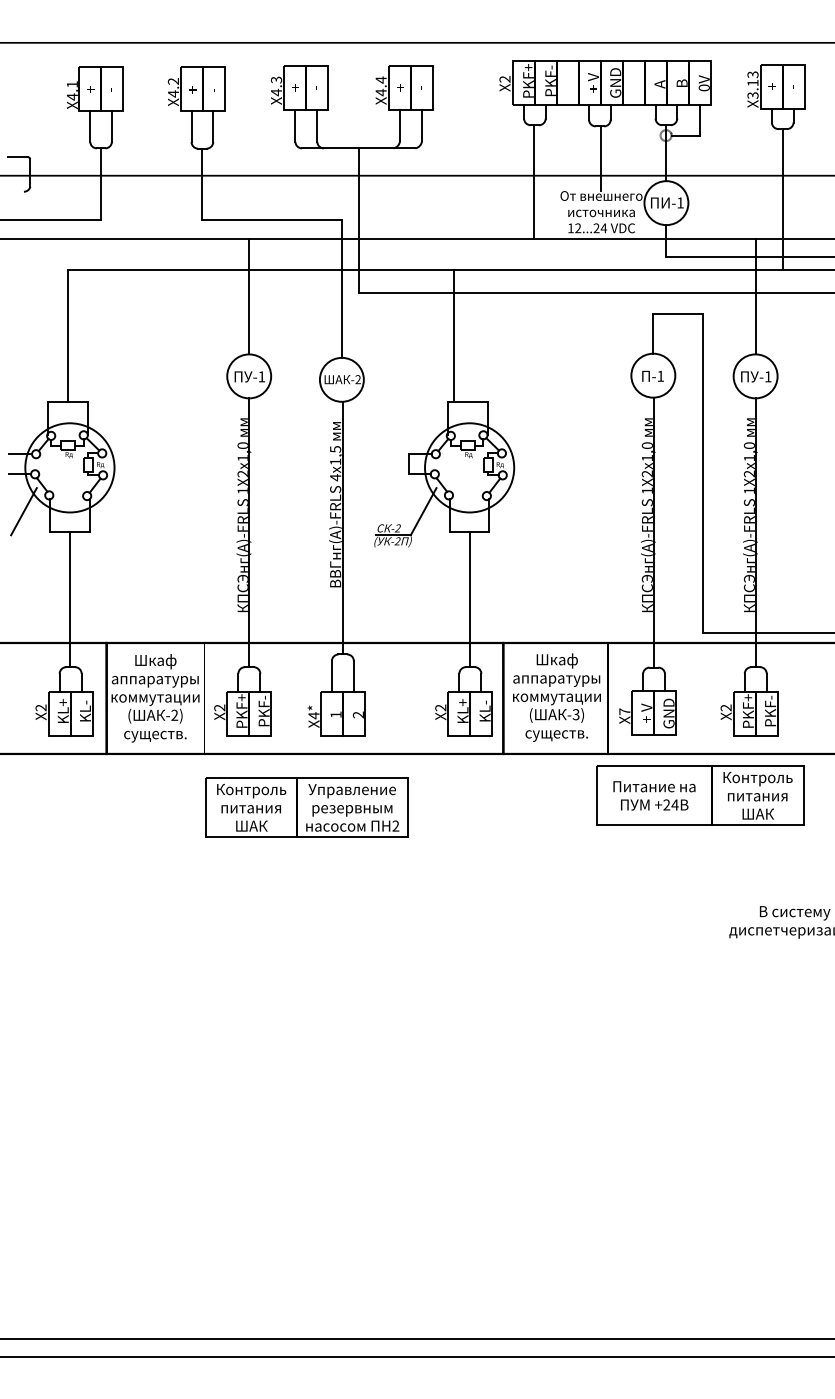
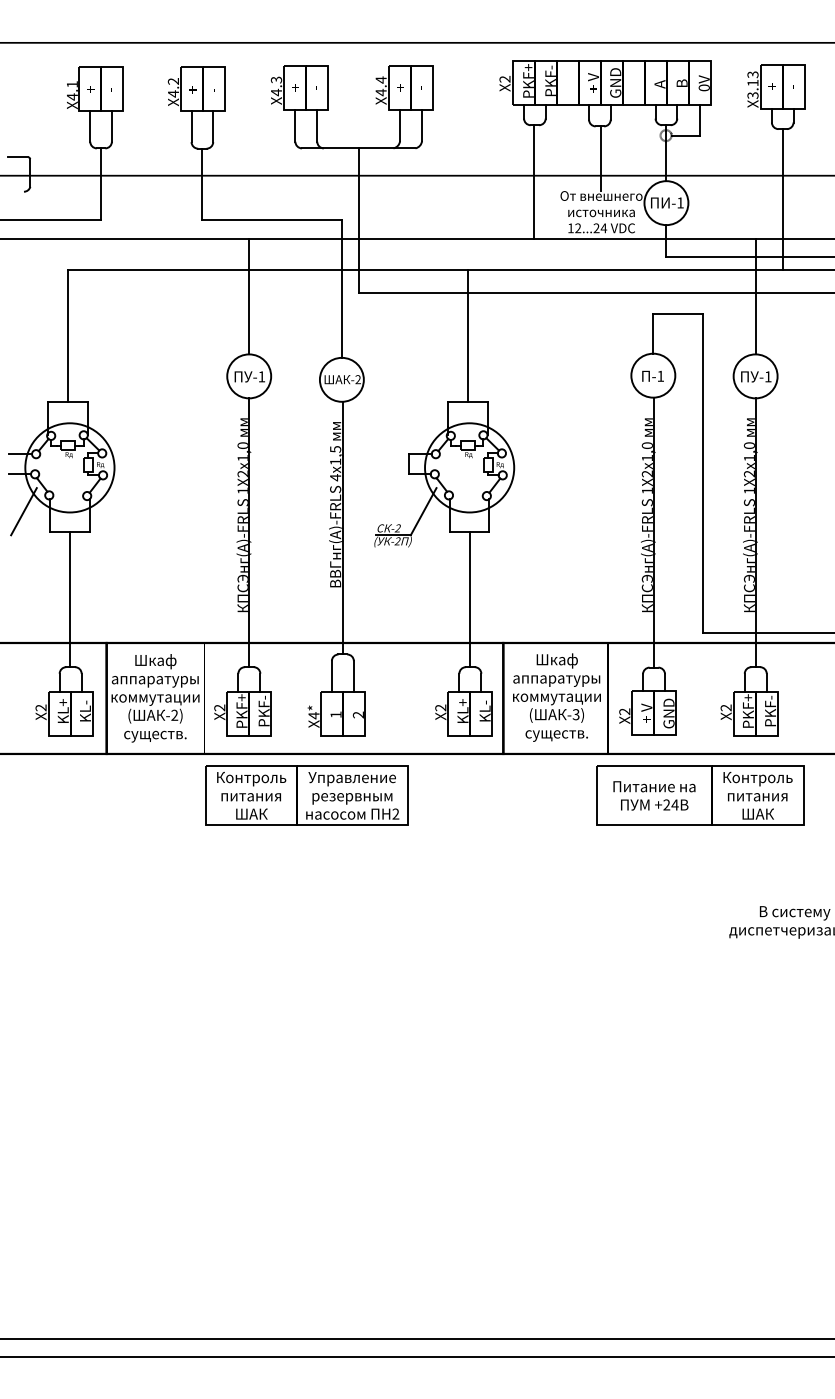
line at (453, 335) position: (453, 335) -> (467, 335)
text at (624, 711): X7 -> X2
part at (306, 807) position: (306, 807) -> (306, 795)
